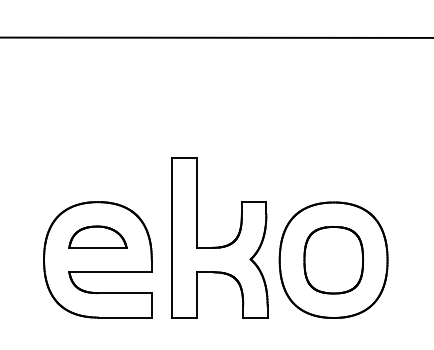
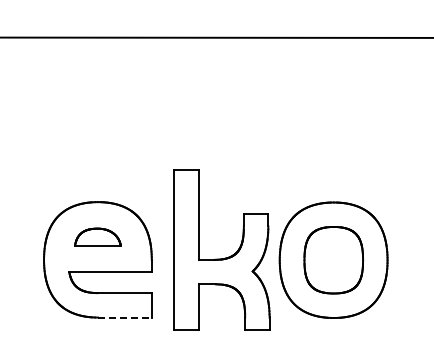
part at (97, 236) size: 60x24 px -> 48x20 px
part at (223, 245) position: (223, 245) -> (225, 257)
line at (124, 317): solid -> dashed
